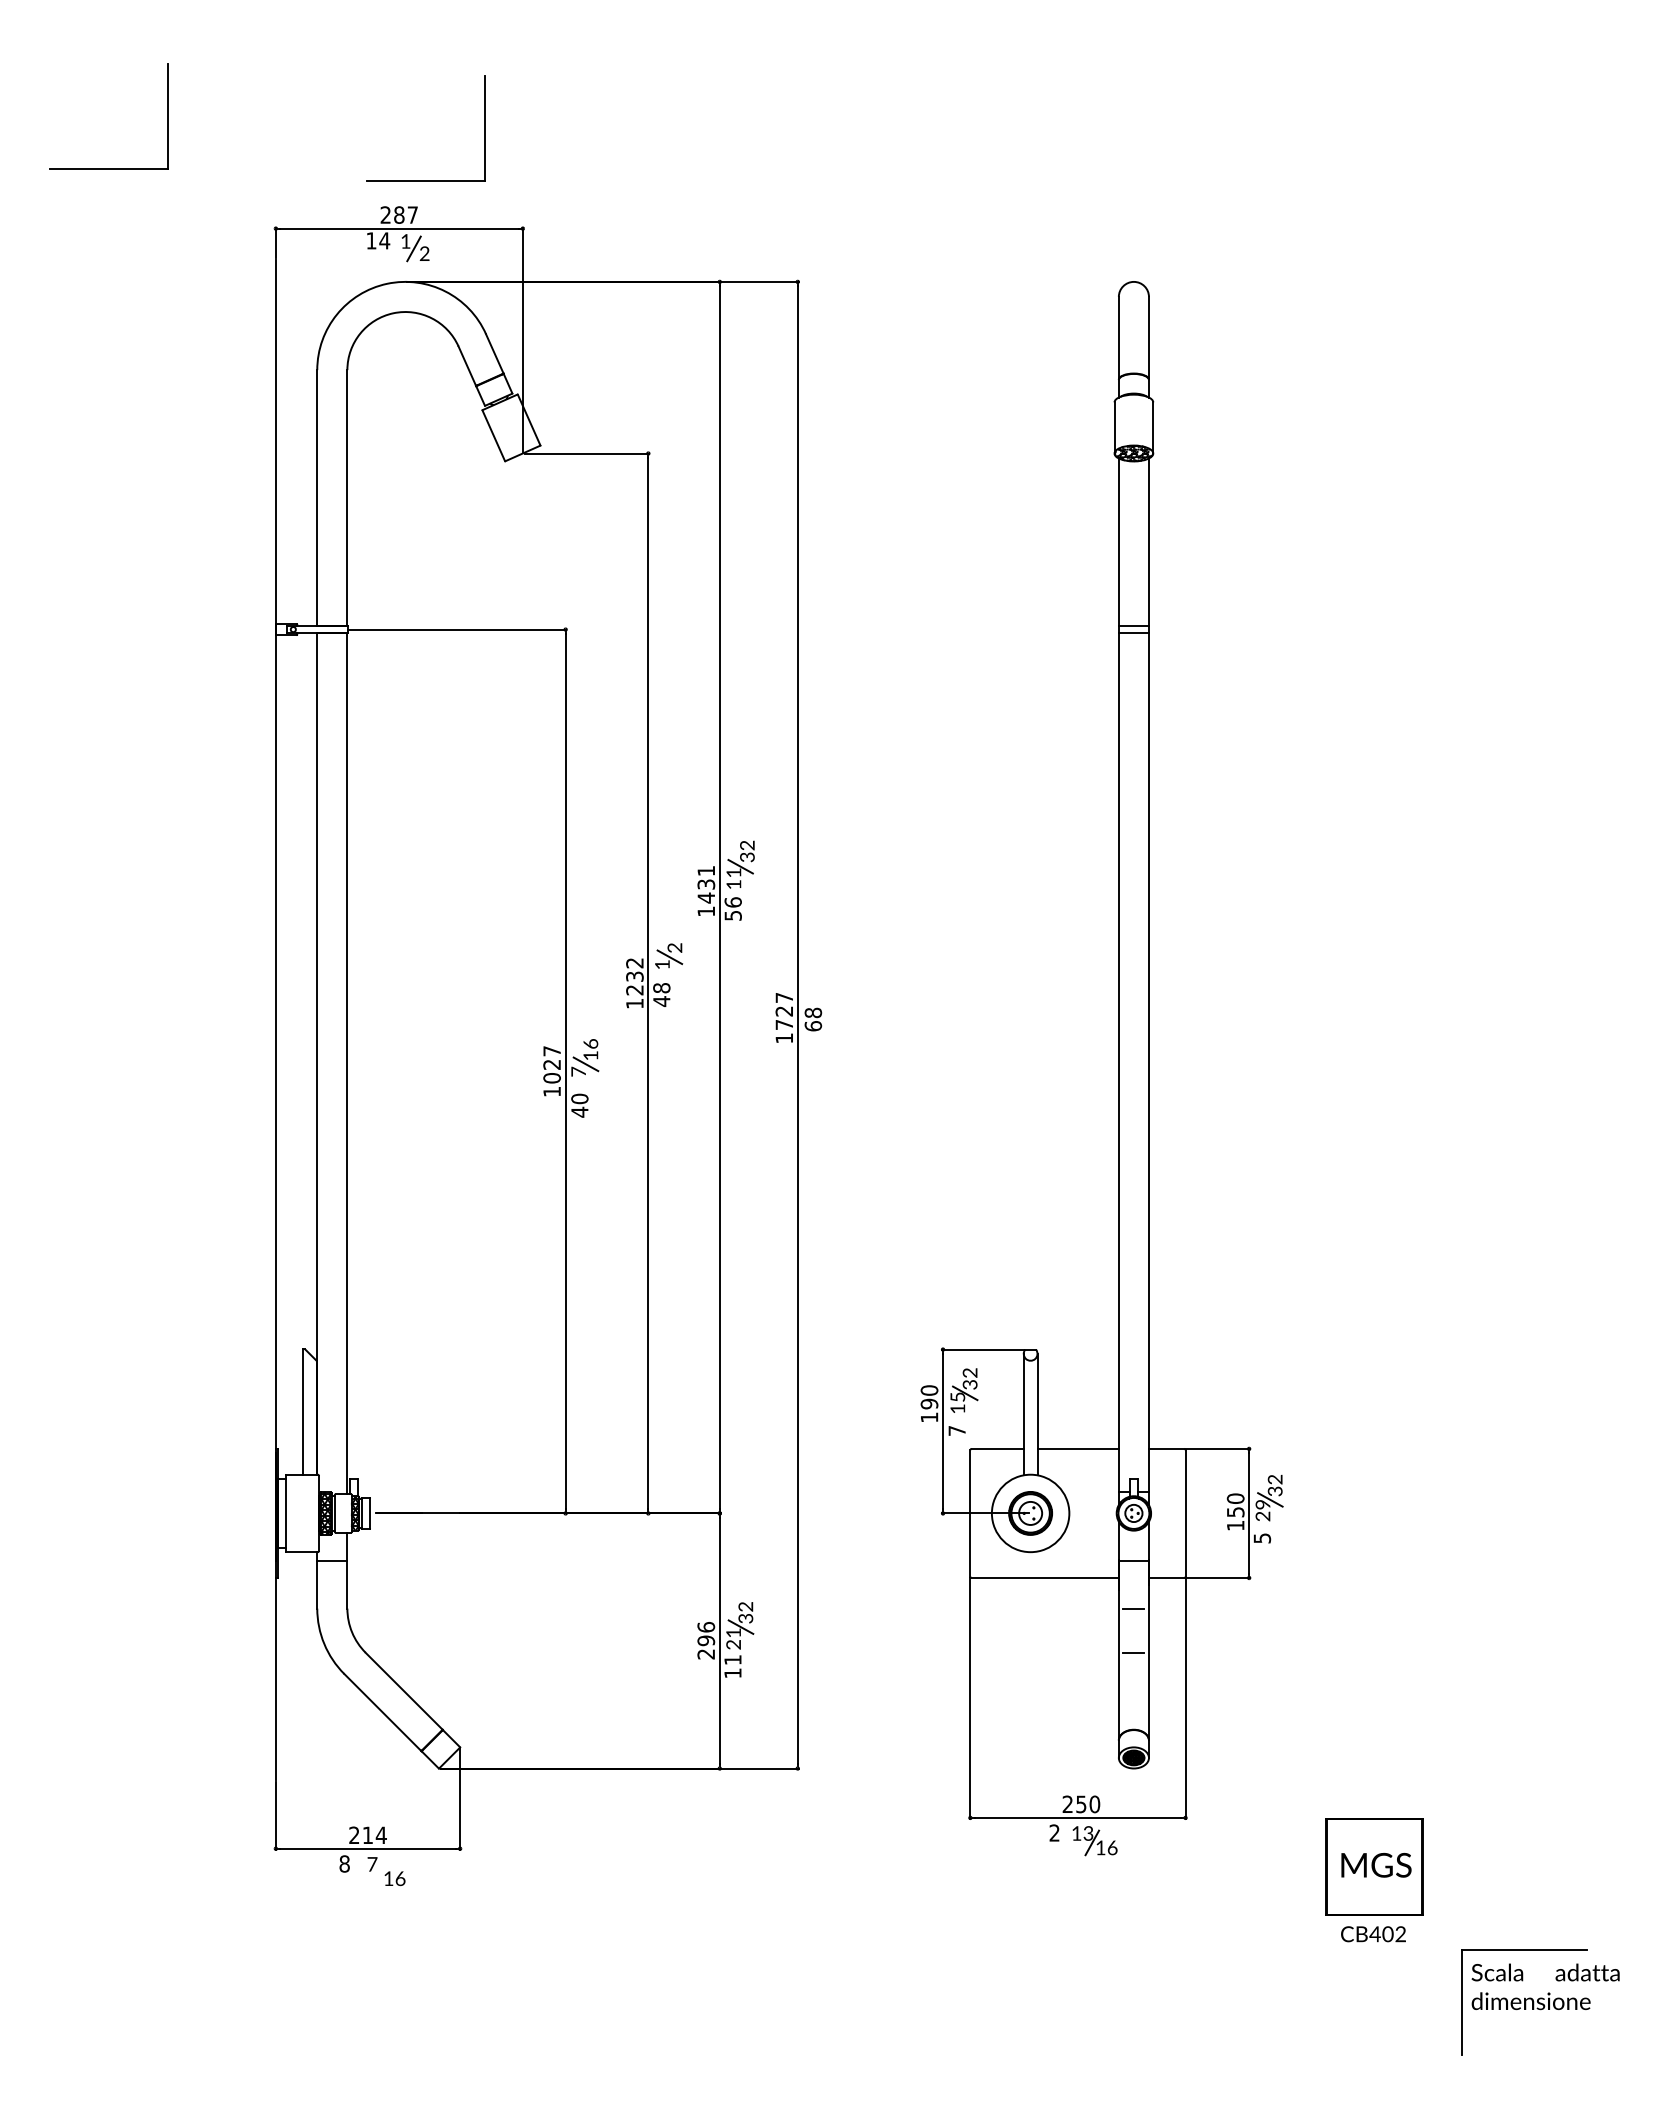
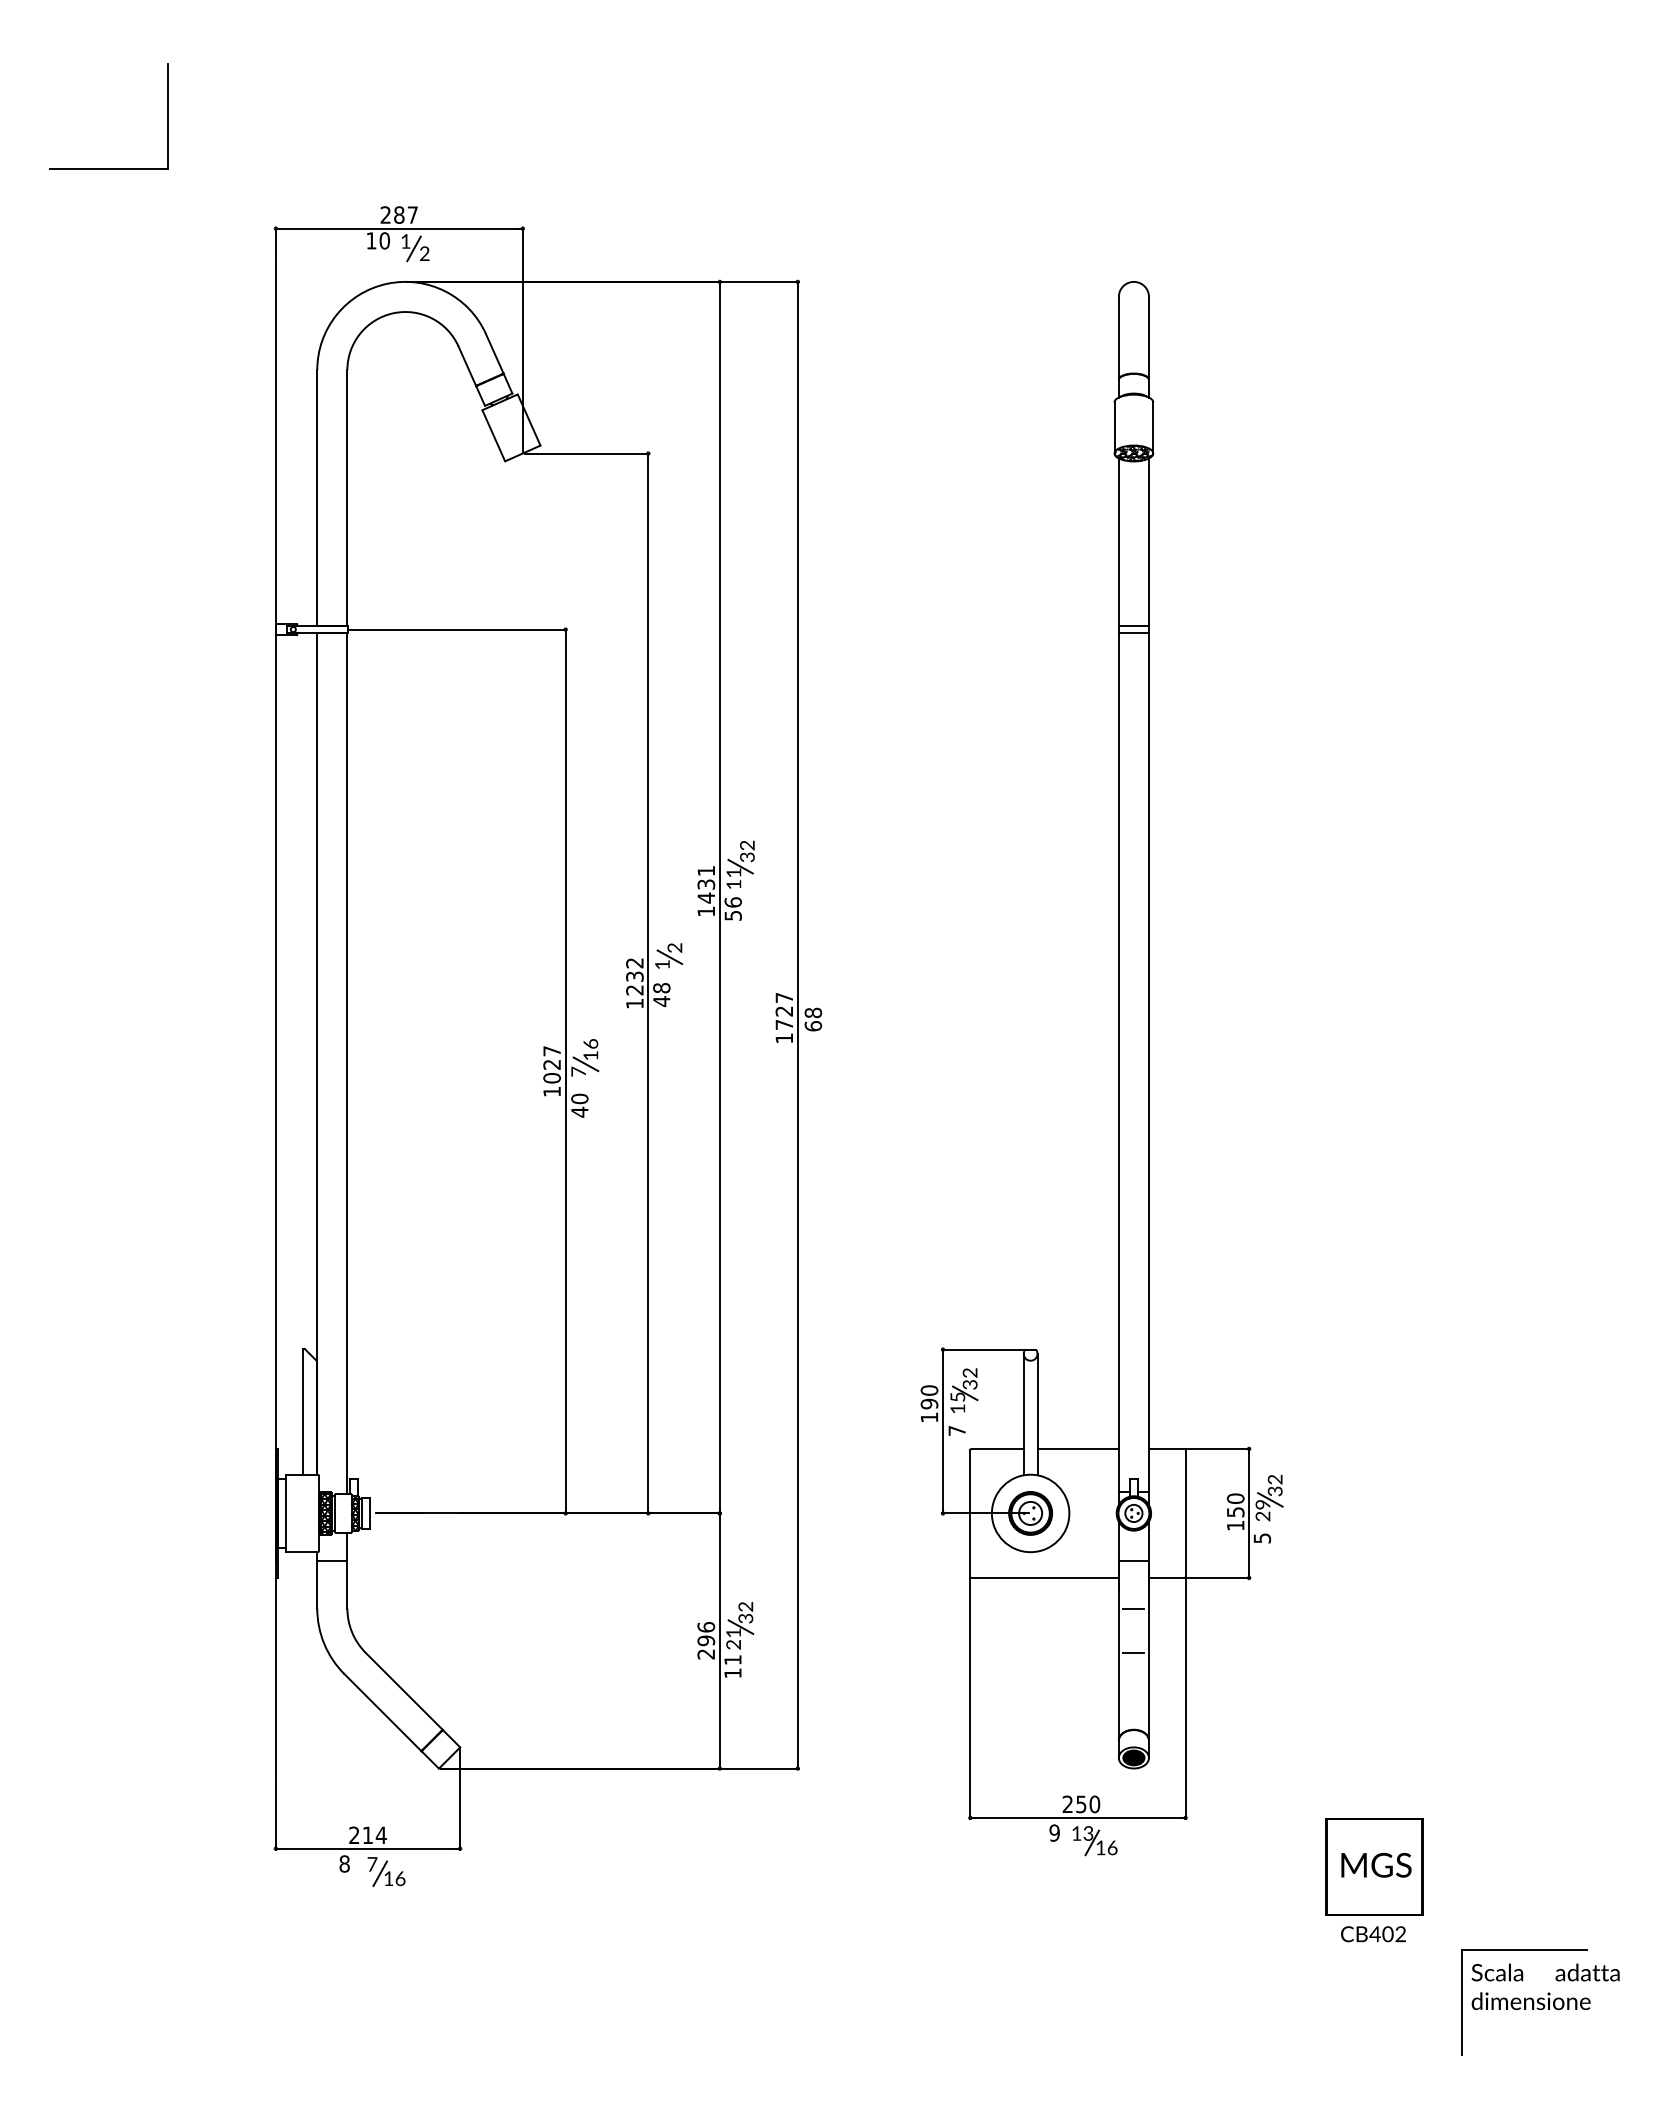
part at (425, 180): present -> none
text at (384, 240): 14 -> 10
text at (1054, 1832): 2 -> 9
line at (379, 1873): none -> present
